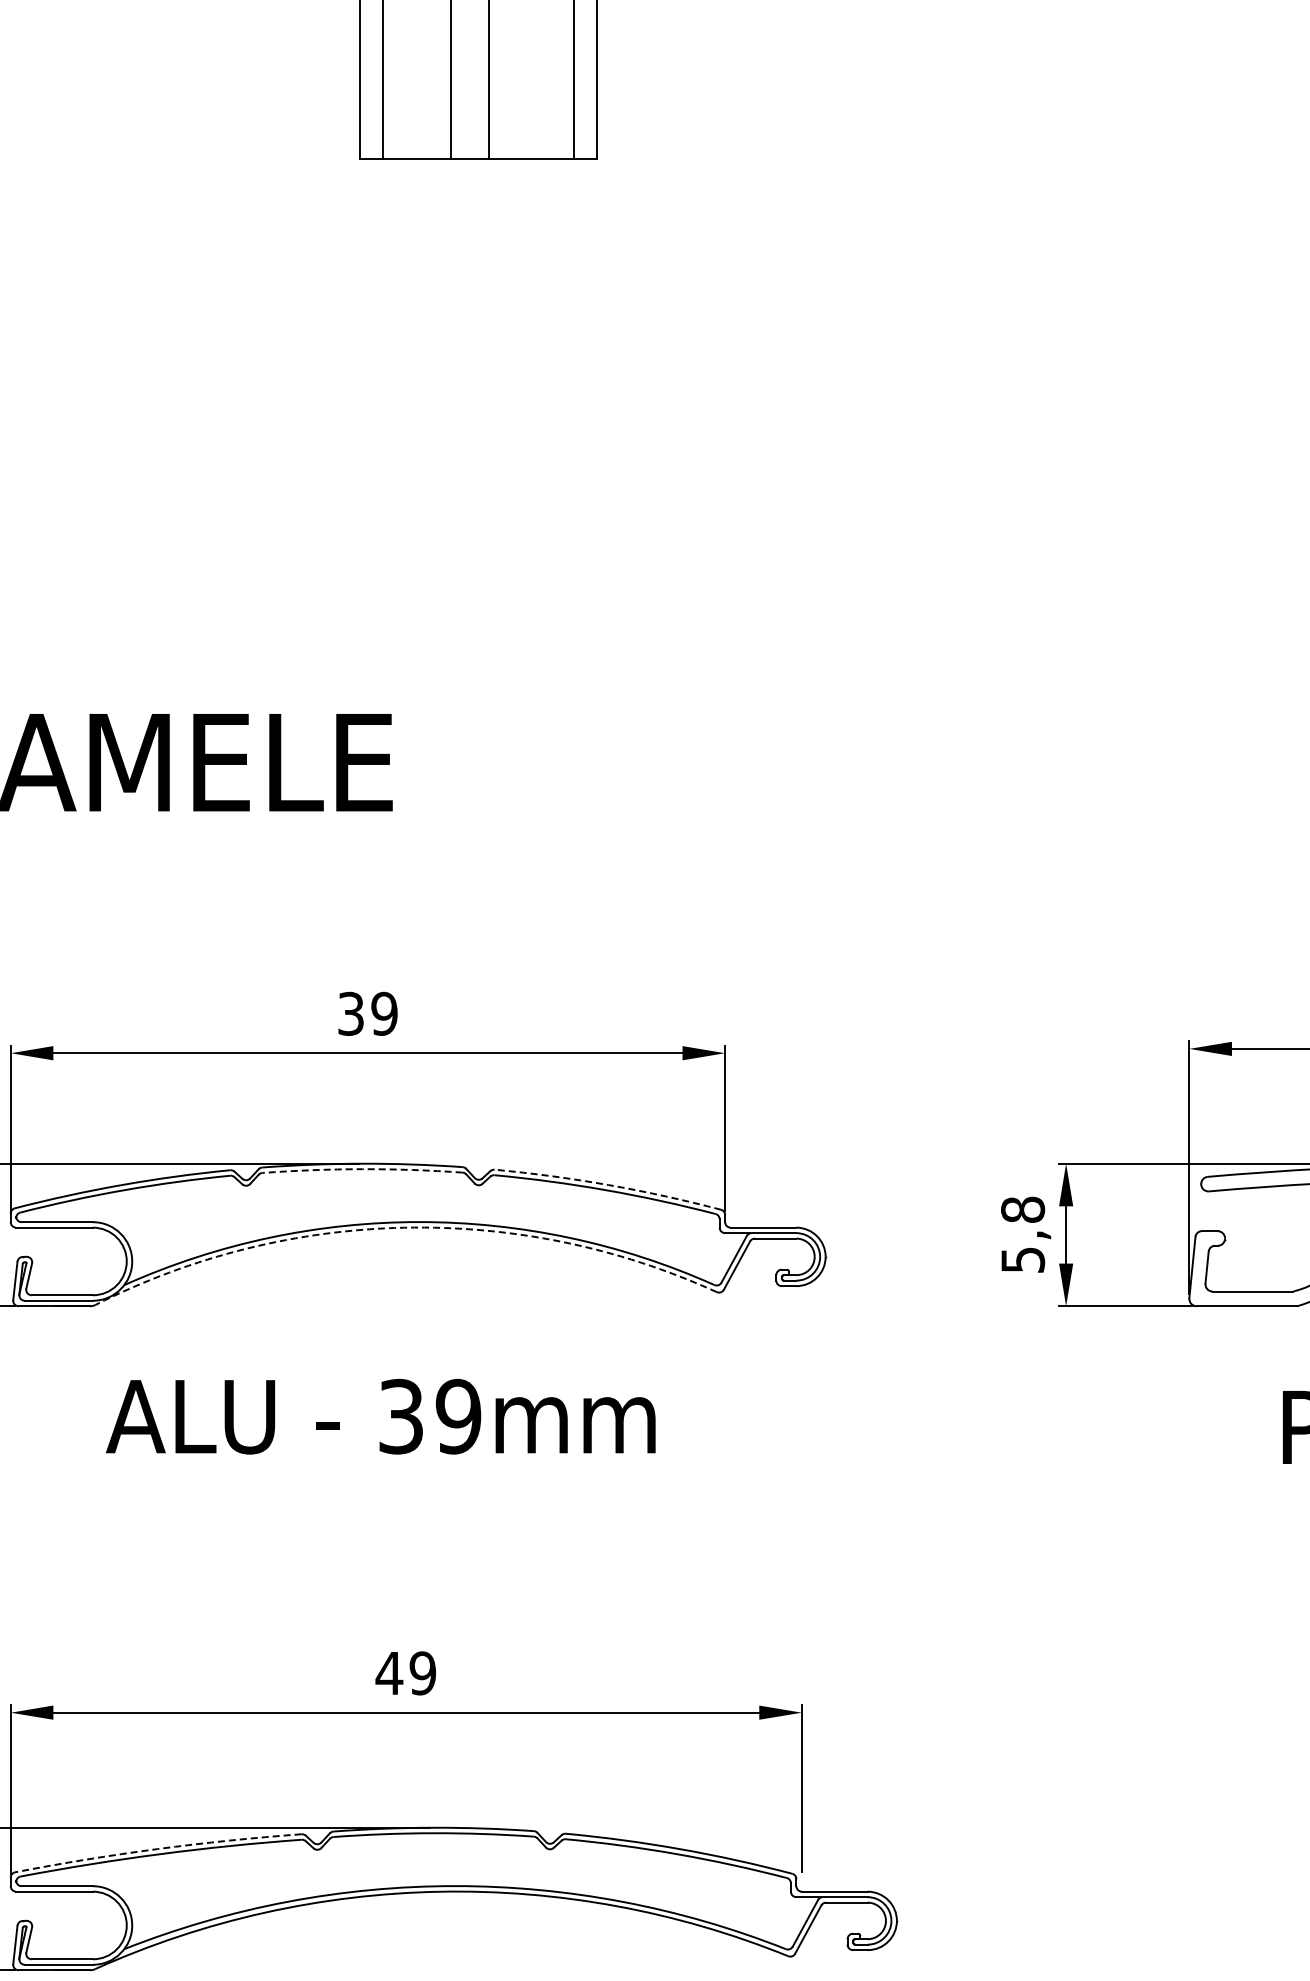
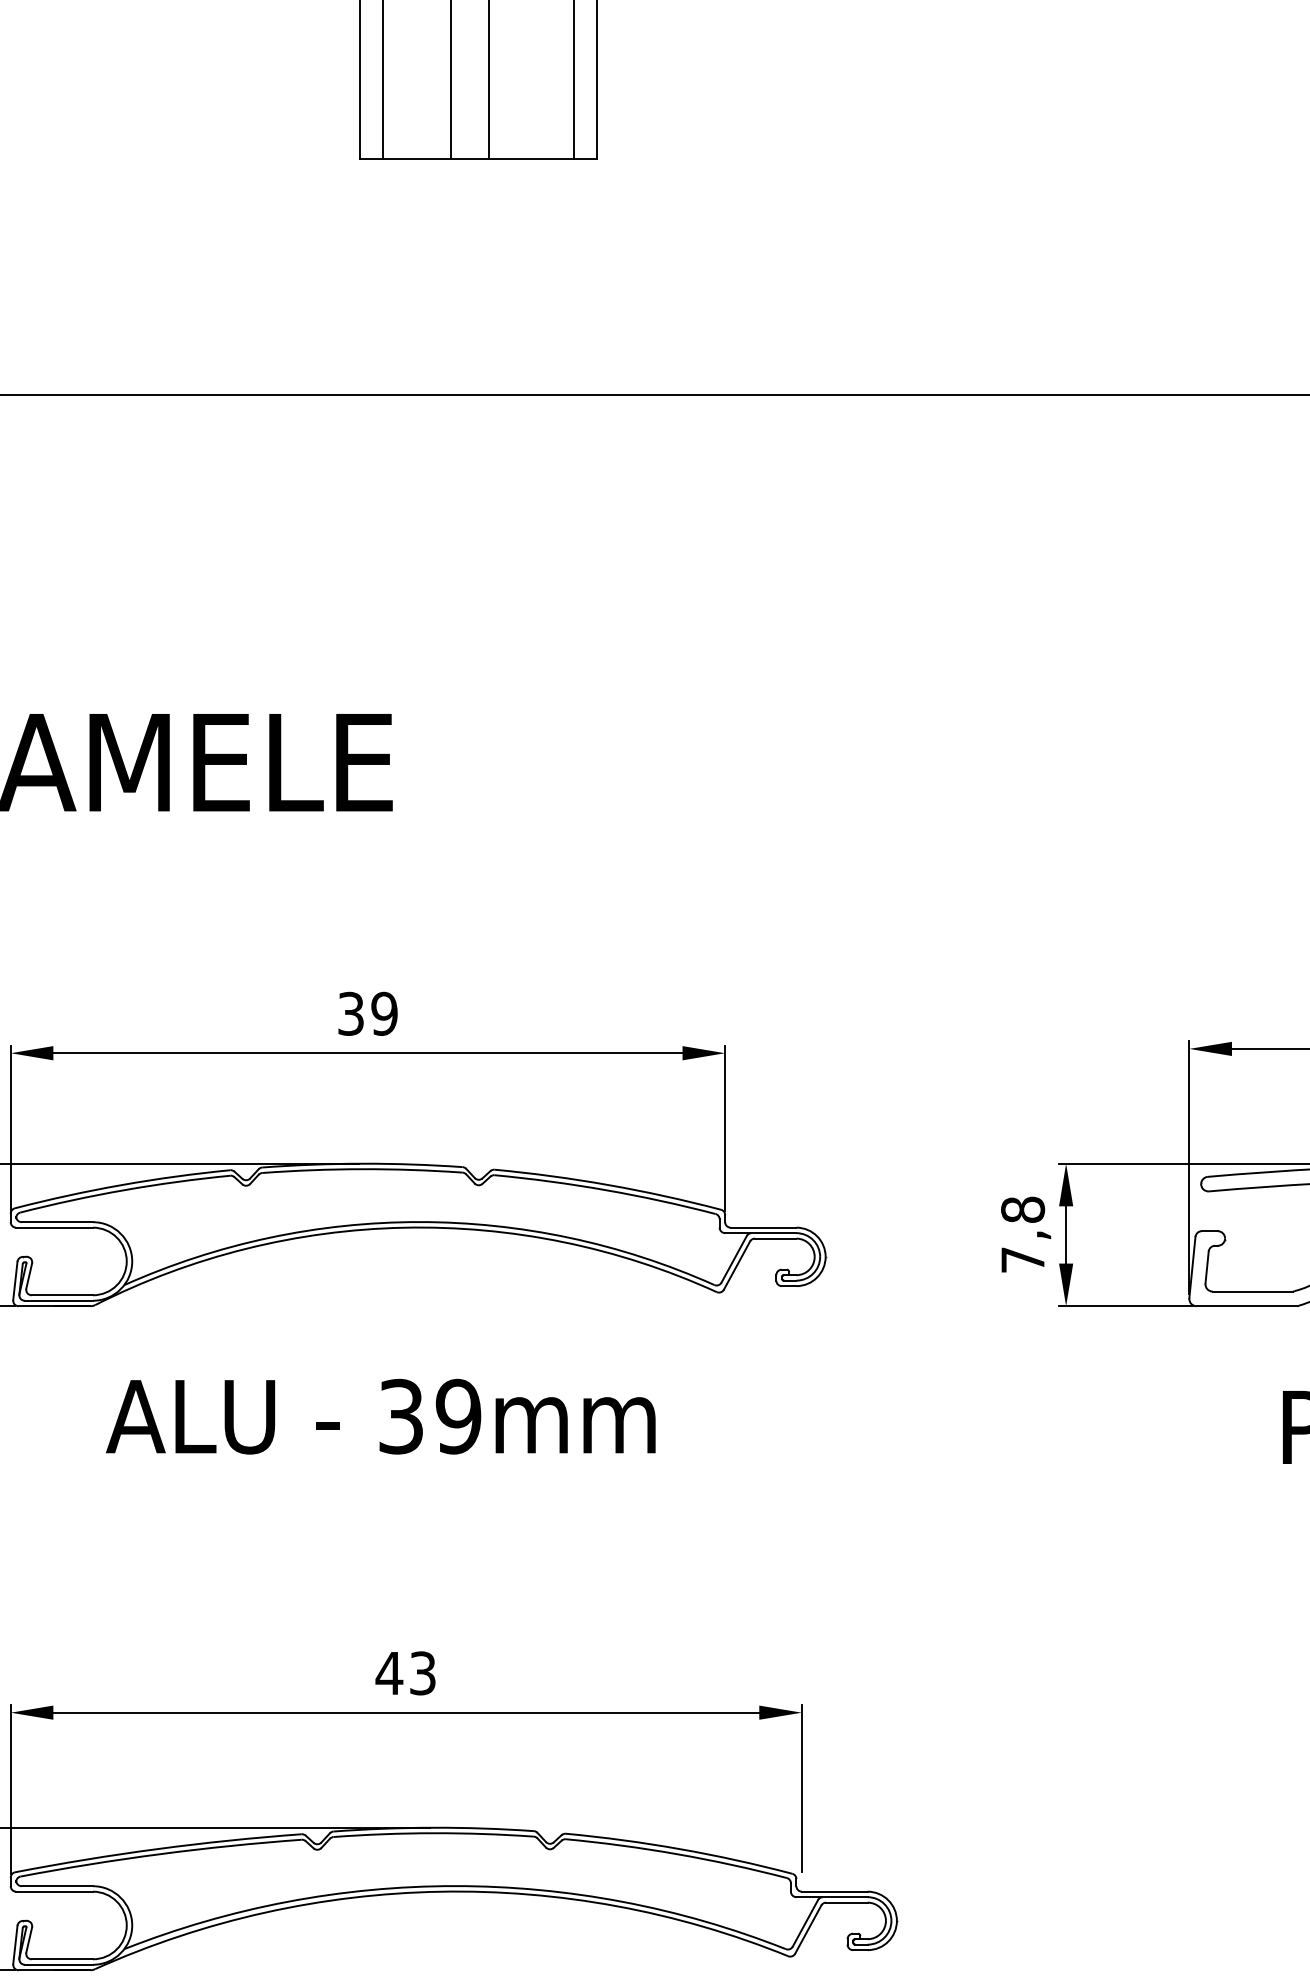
line at (654, 395): none -> present
arc at (362, 1169): dashed -> solid
arc at (608, 1185): dashed -> solid
arc at (404, 1227): dashed -> solid
text at (1023, 1259): 5,8 -> 7,8
text at (422, 1673): 49 -> 43
arc at (157, 1849): dashed -> solid
